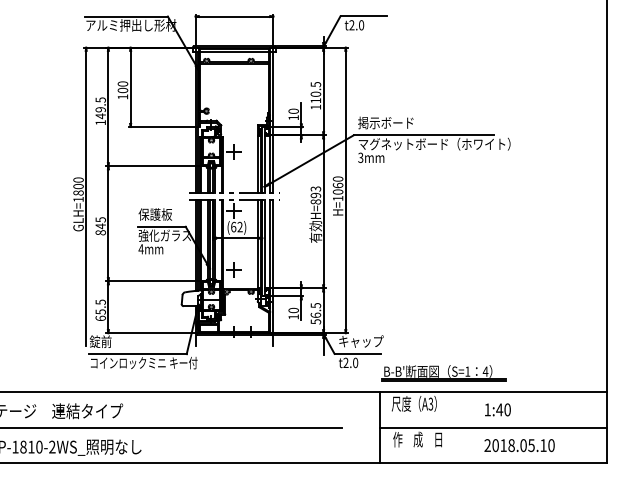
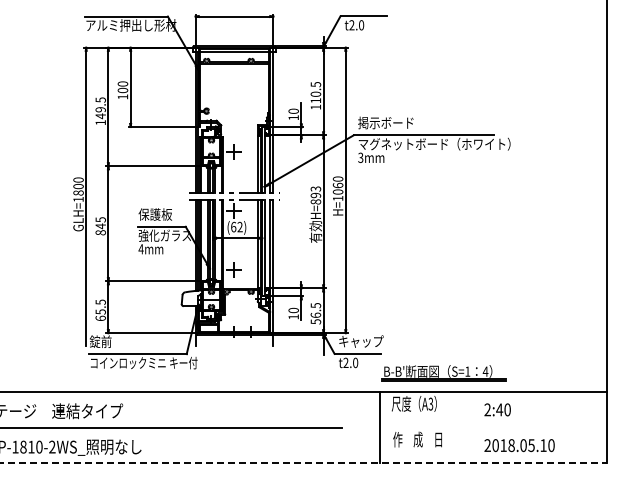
text at (487, 409): 1:40 -> 2:40
line at (493, 427): present -> none
line at (304, 463): solid -> dashed
